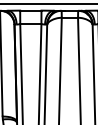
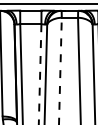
line at (60, 70): solid -> dashed
line at (40, 74): solid -> dashed
